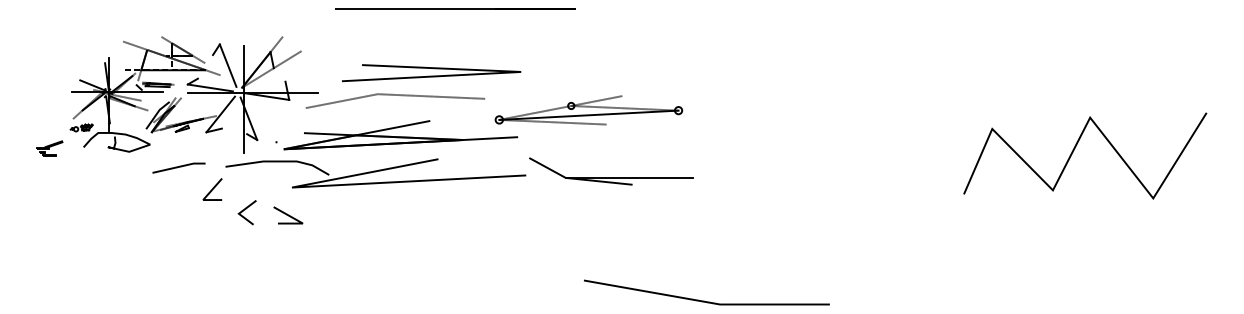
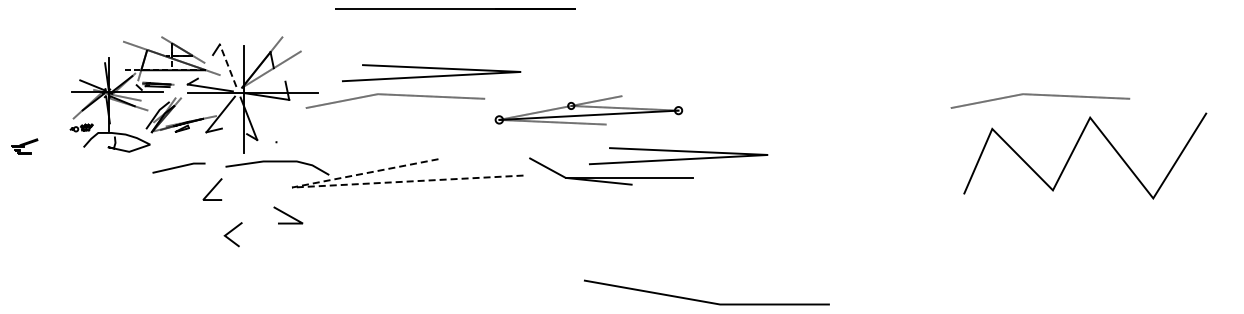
line at (228, 65): solid -> dashed
line at (1040, 95): none -> present
part at (400, 135): present -> none
part at (49, 148) position: (49, 148) -> (24, 146)
line at (678, 158): none -> present
line at (333, 185): solid -> dashed
line at (244, 210) position: (244, 210) -> (230, 232)
